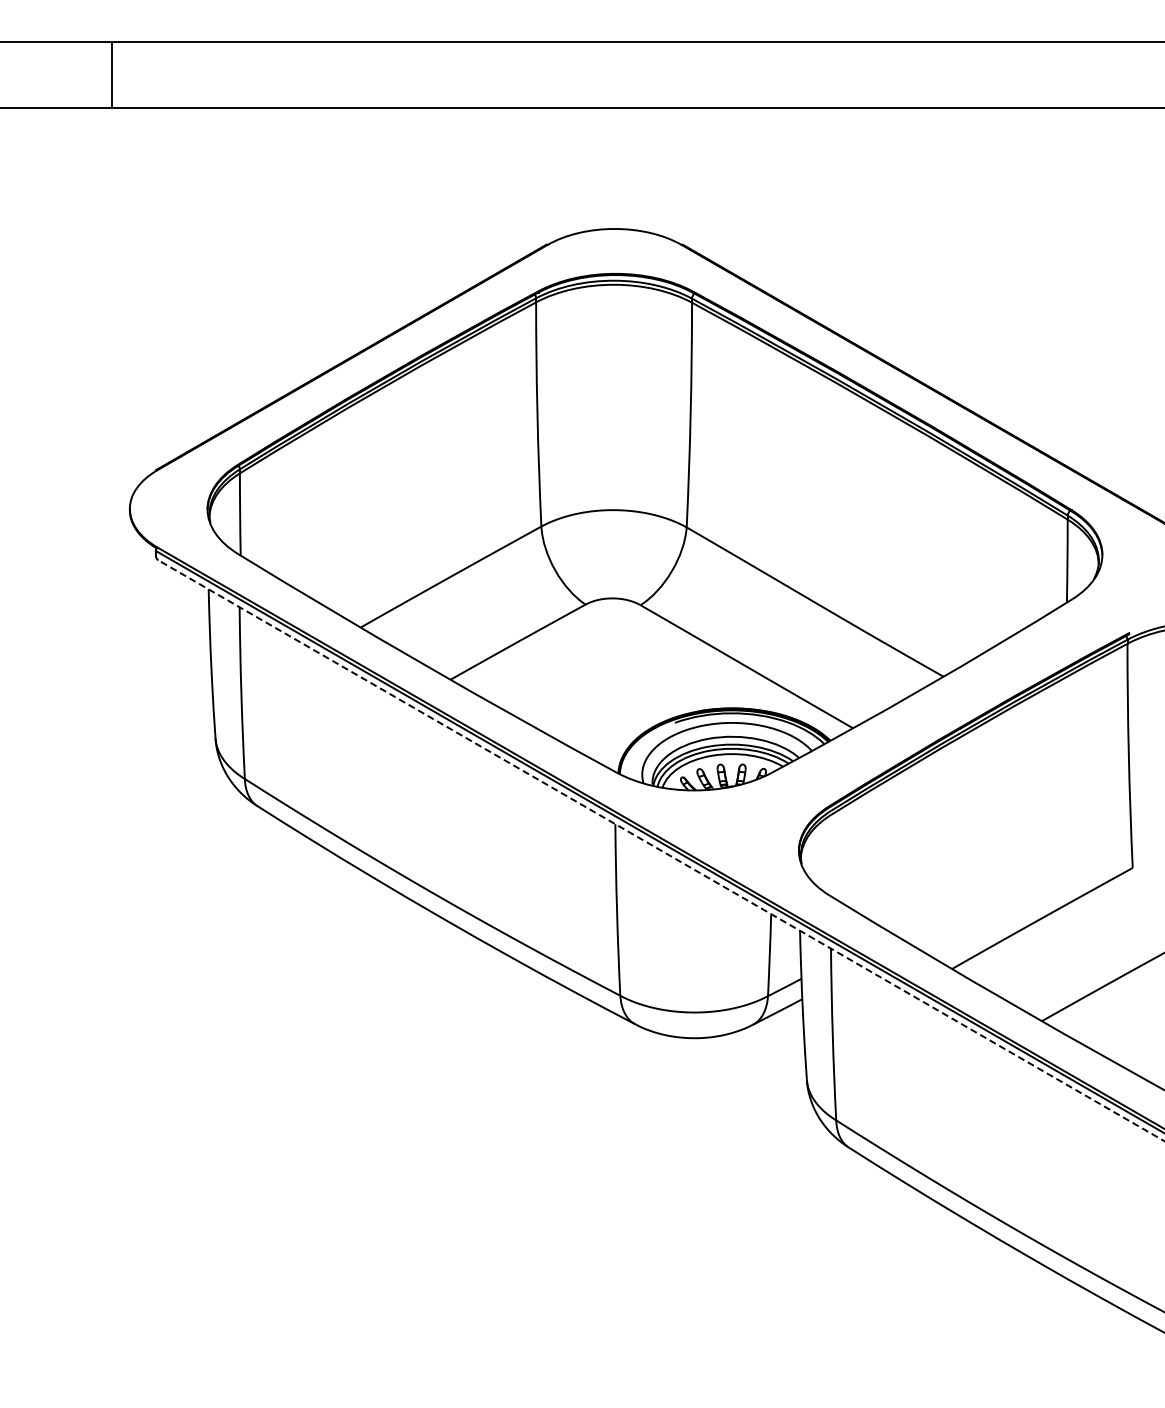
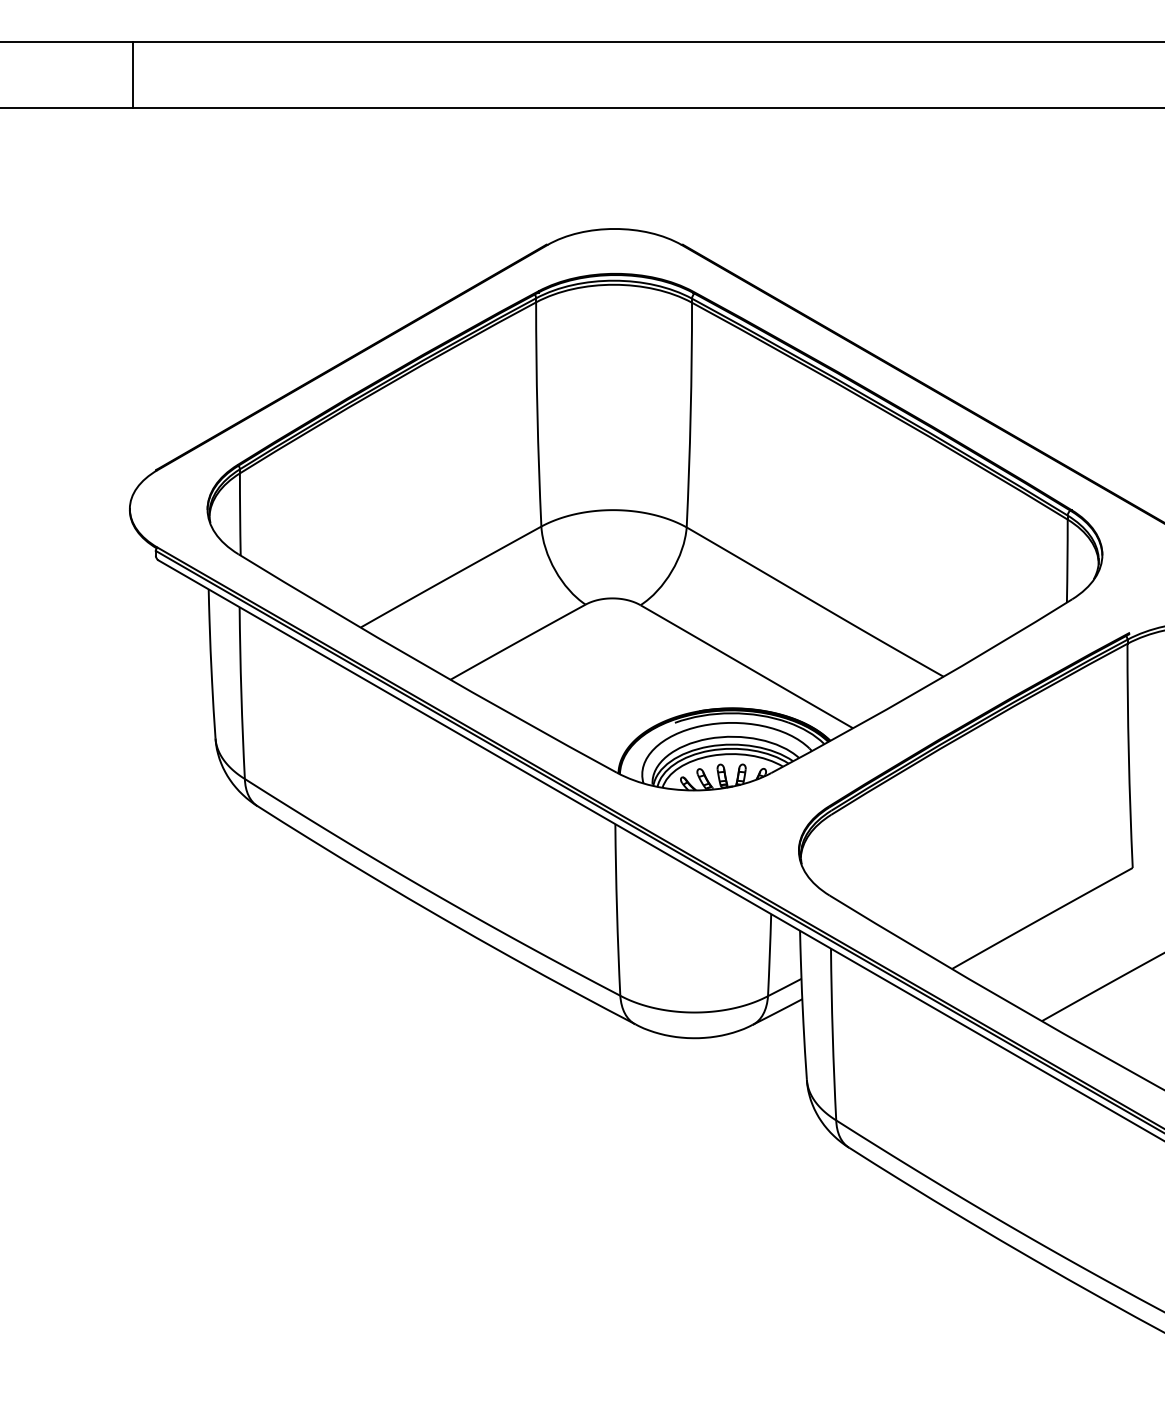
line at (112, 75) position: (112, 75) -> (133, 75)
line at (661, 850): dashed -> solid
